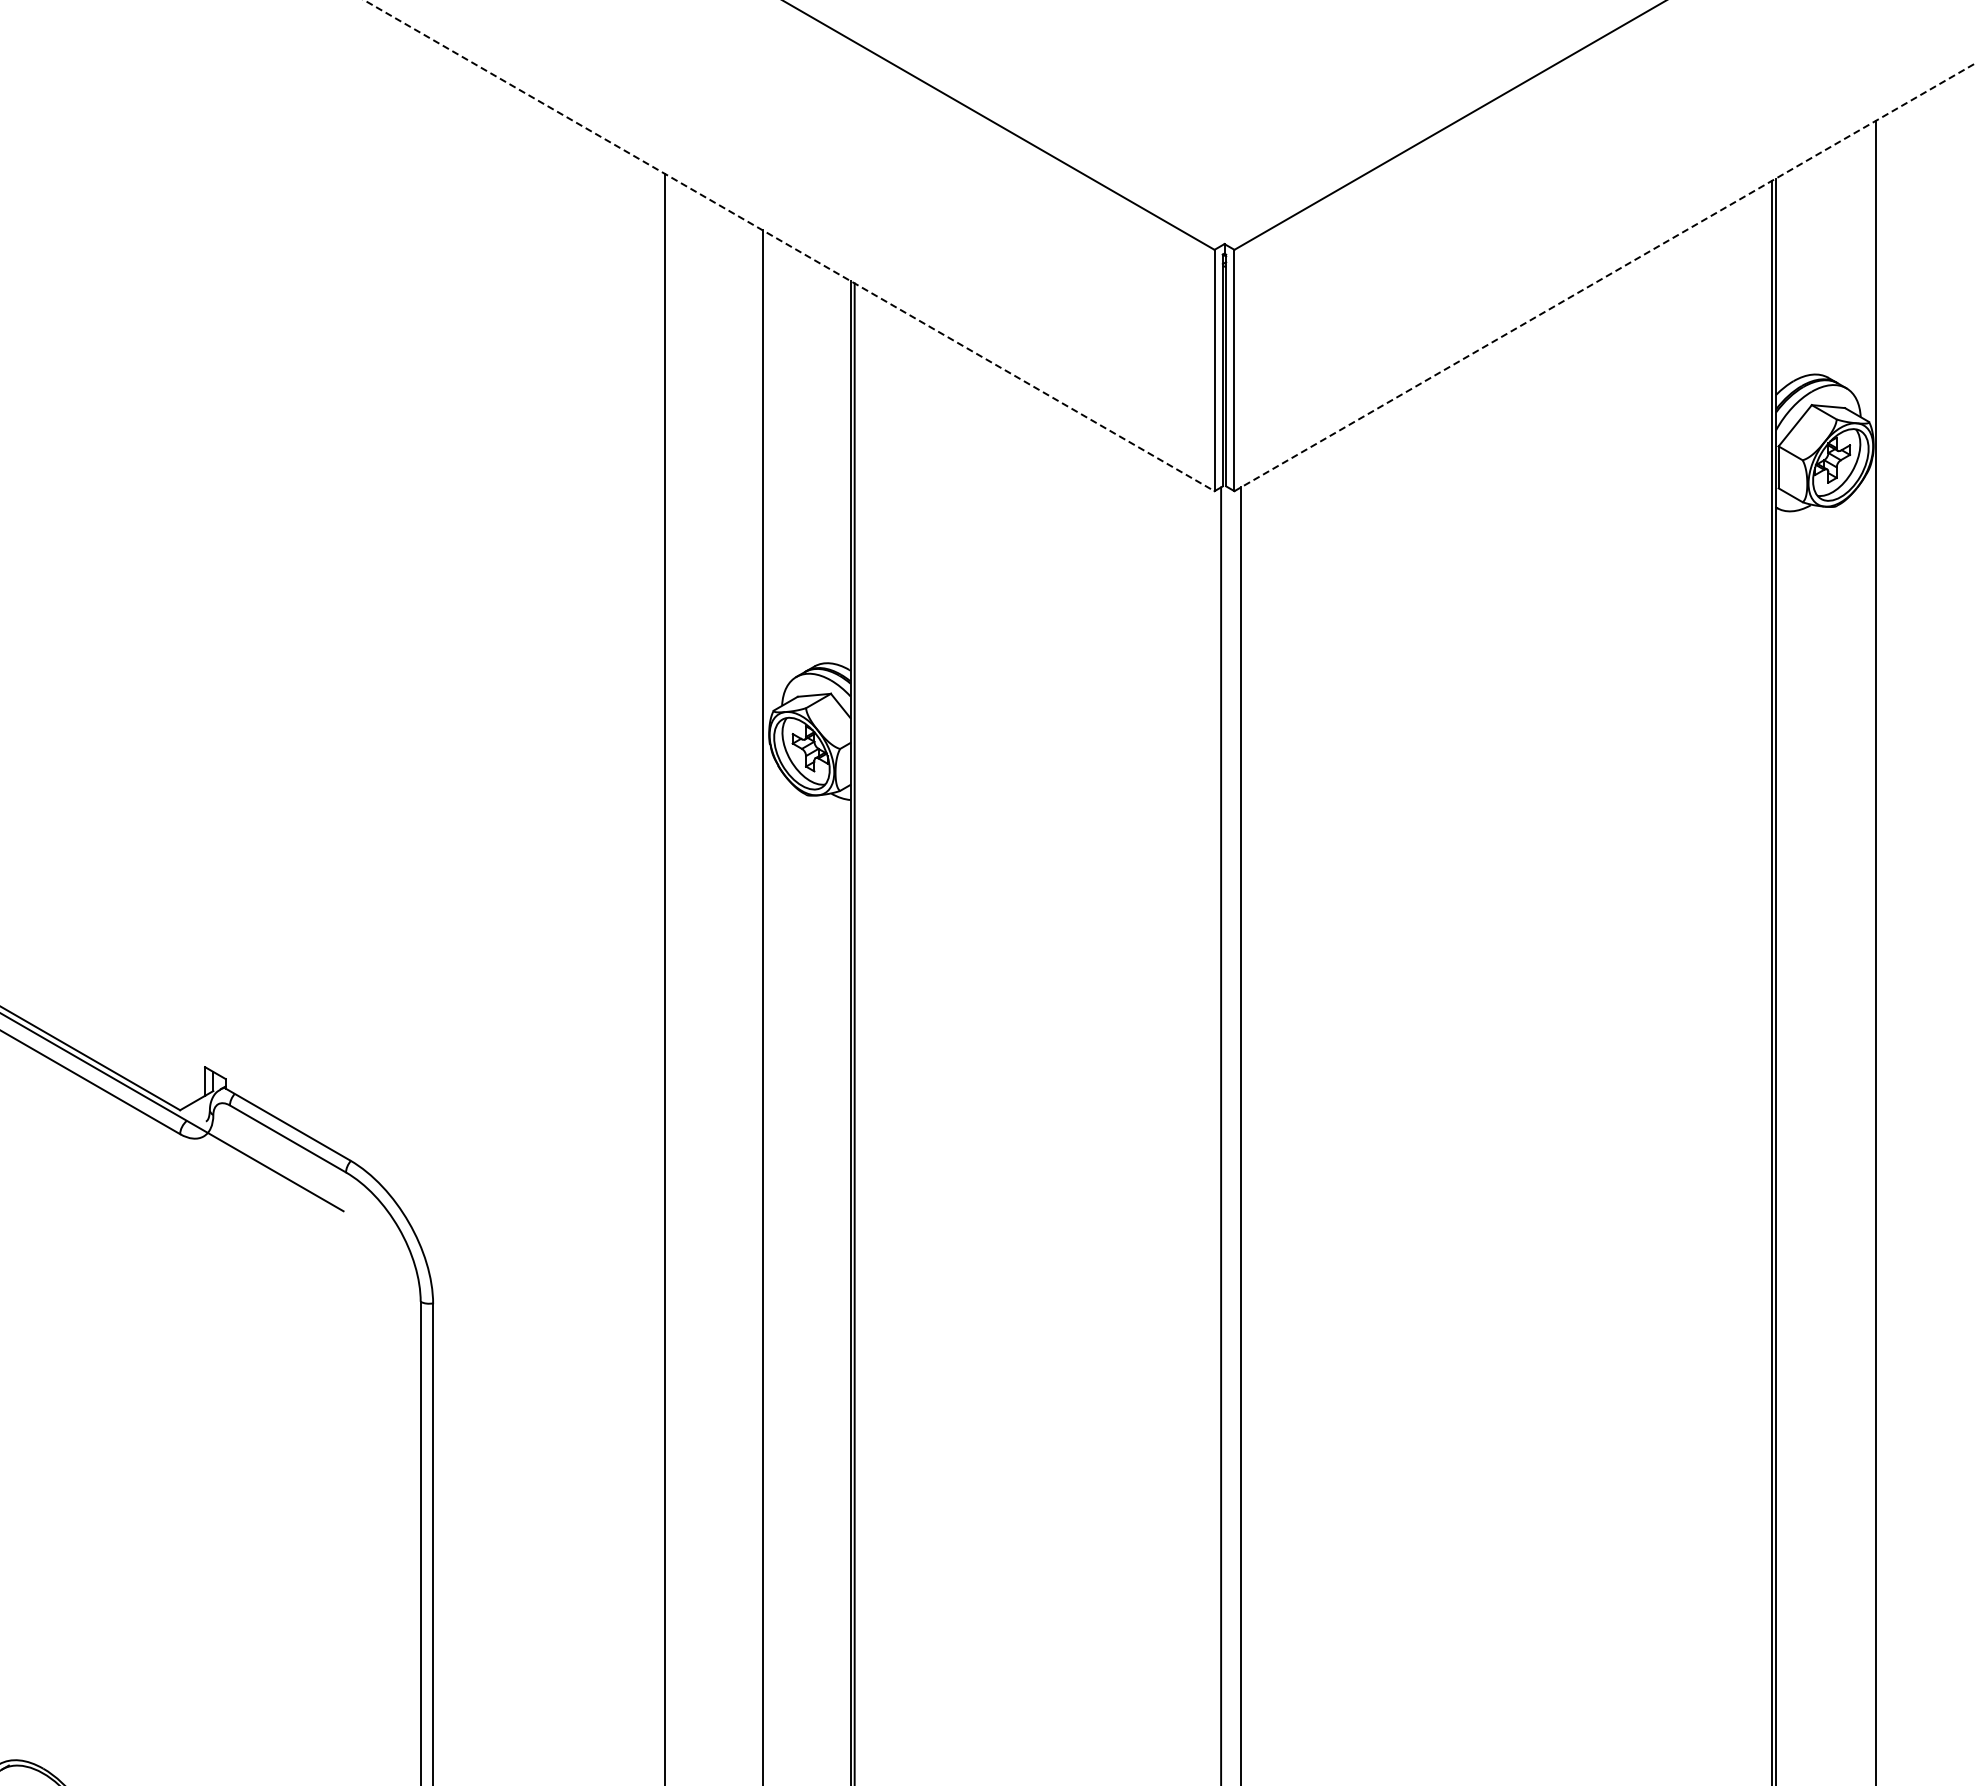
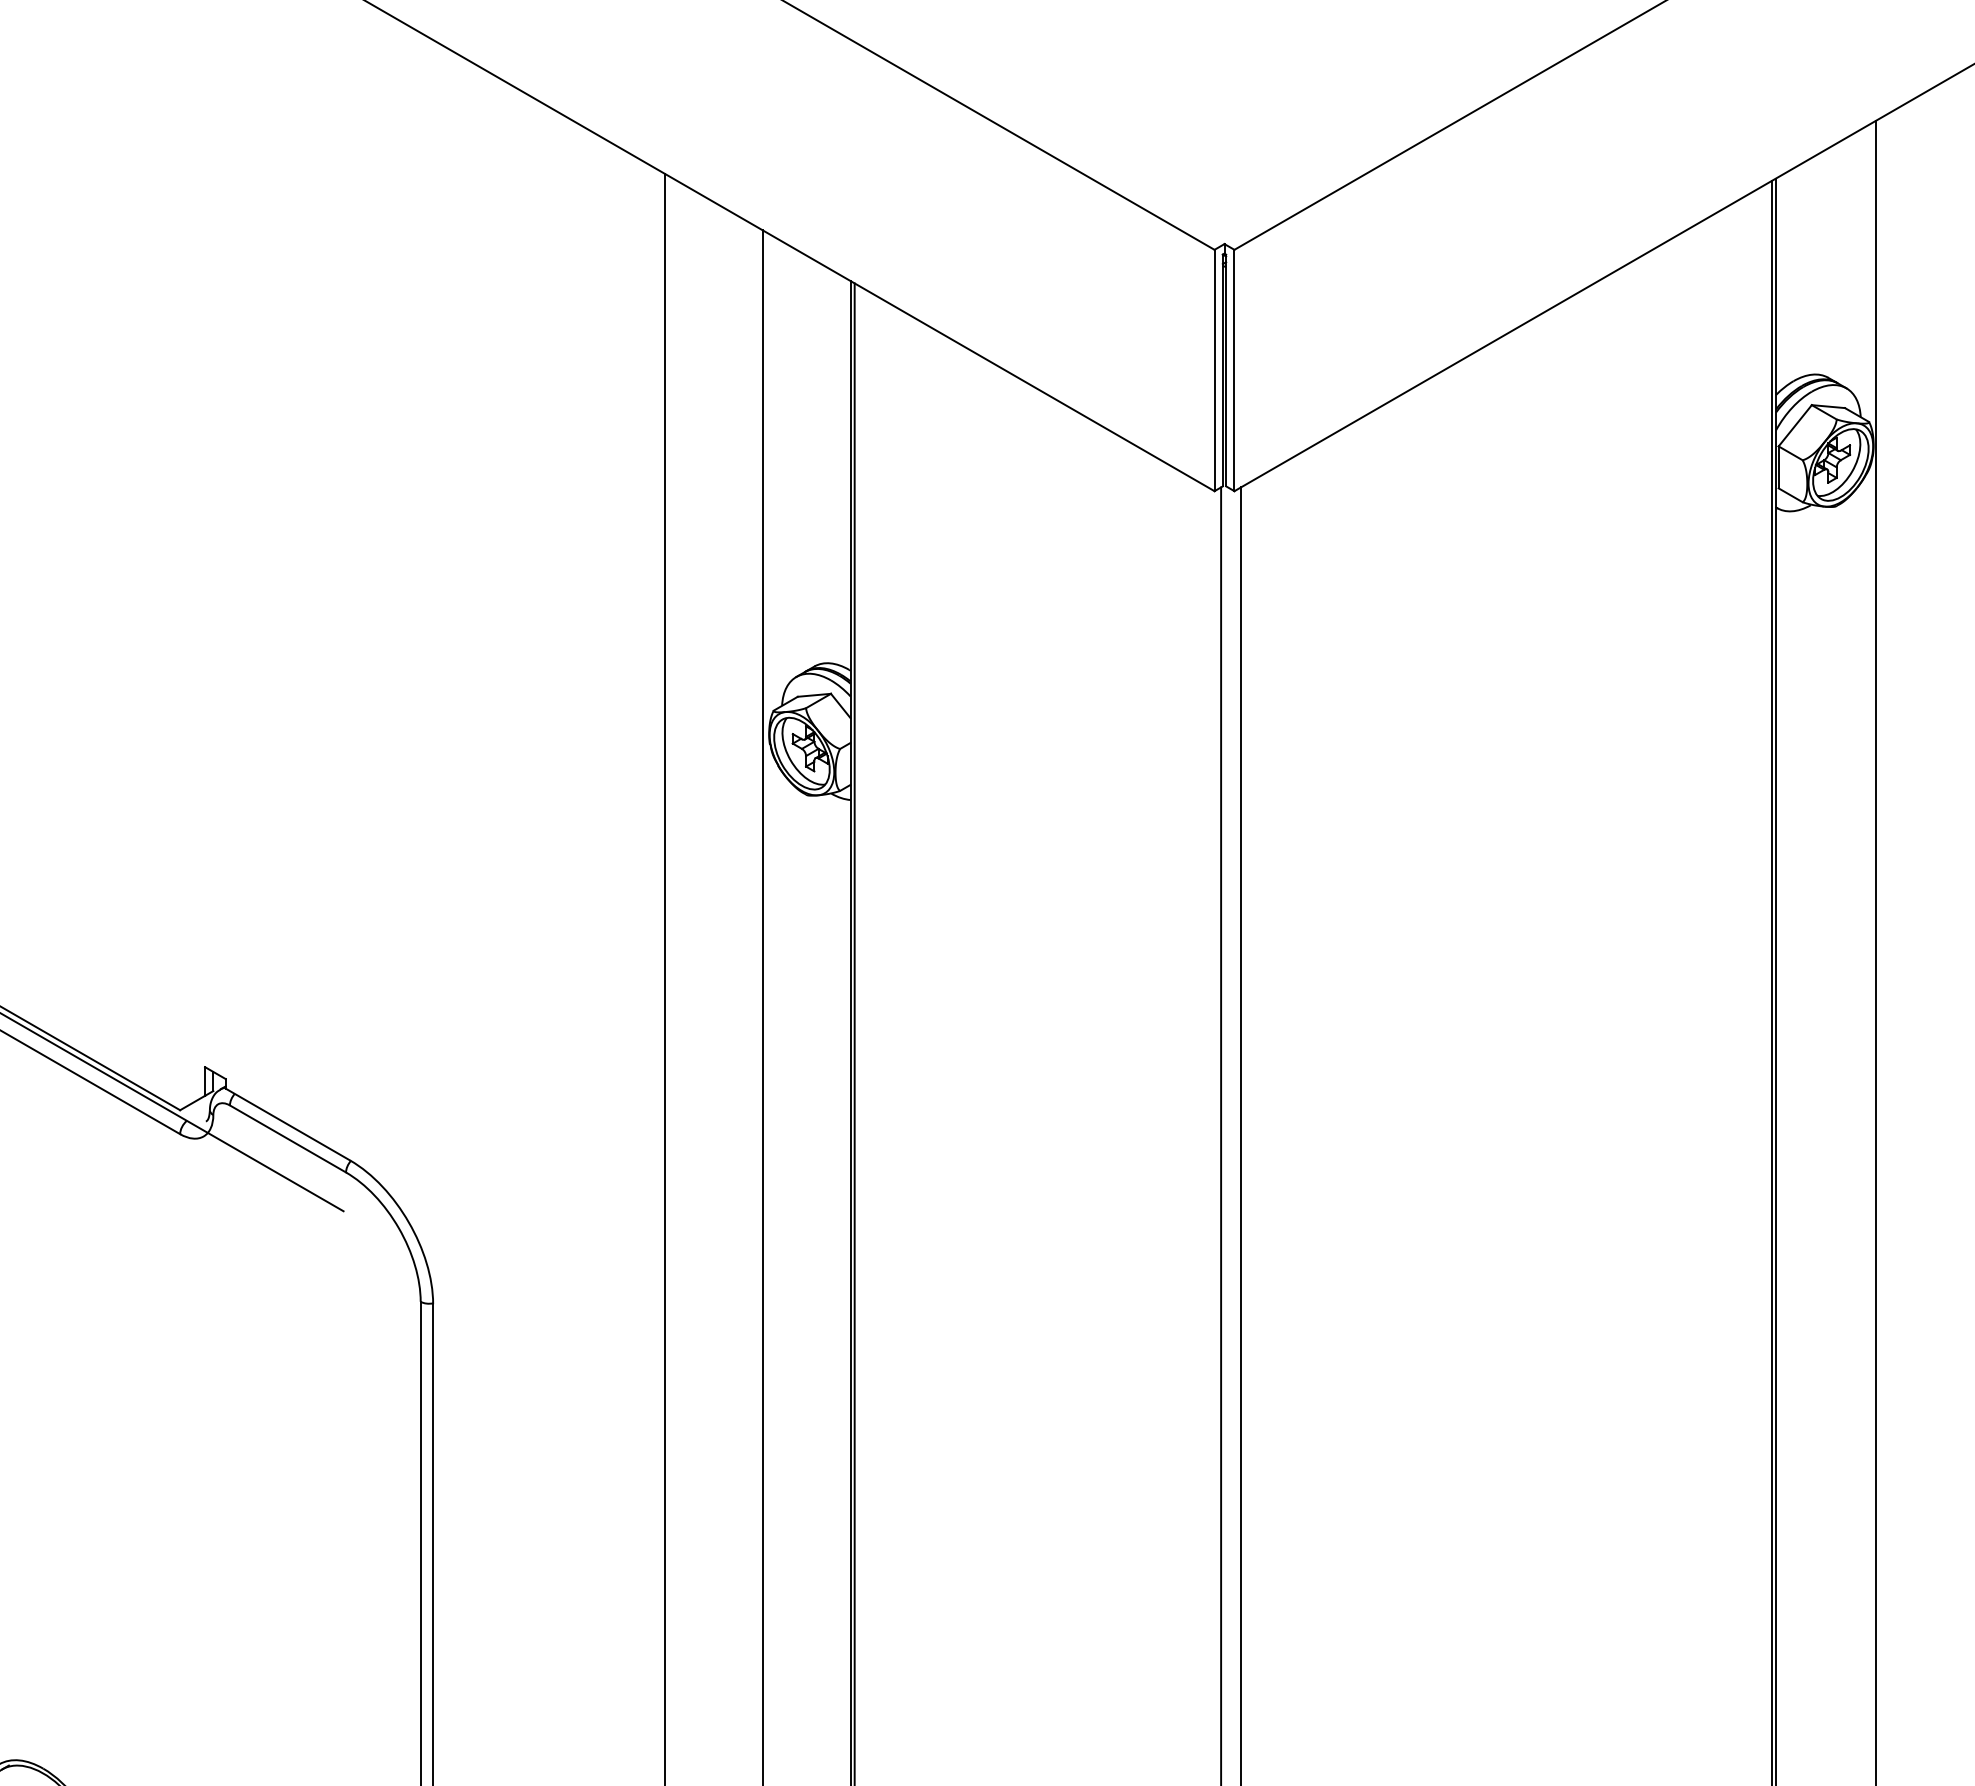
line at (789, 245): dashed -> solid
line at (1605, 277): dashed -> solid
